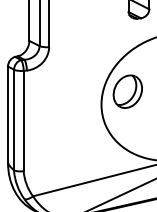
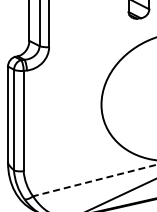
part at (127, 91): present -> none
line at (94, 180): solid -> dashed
